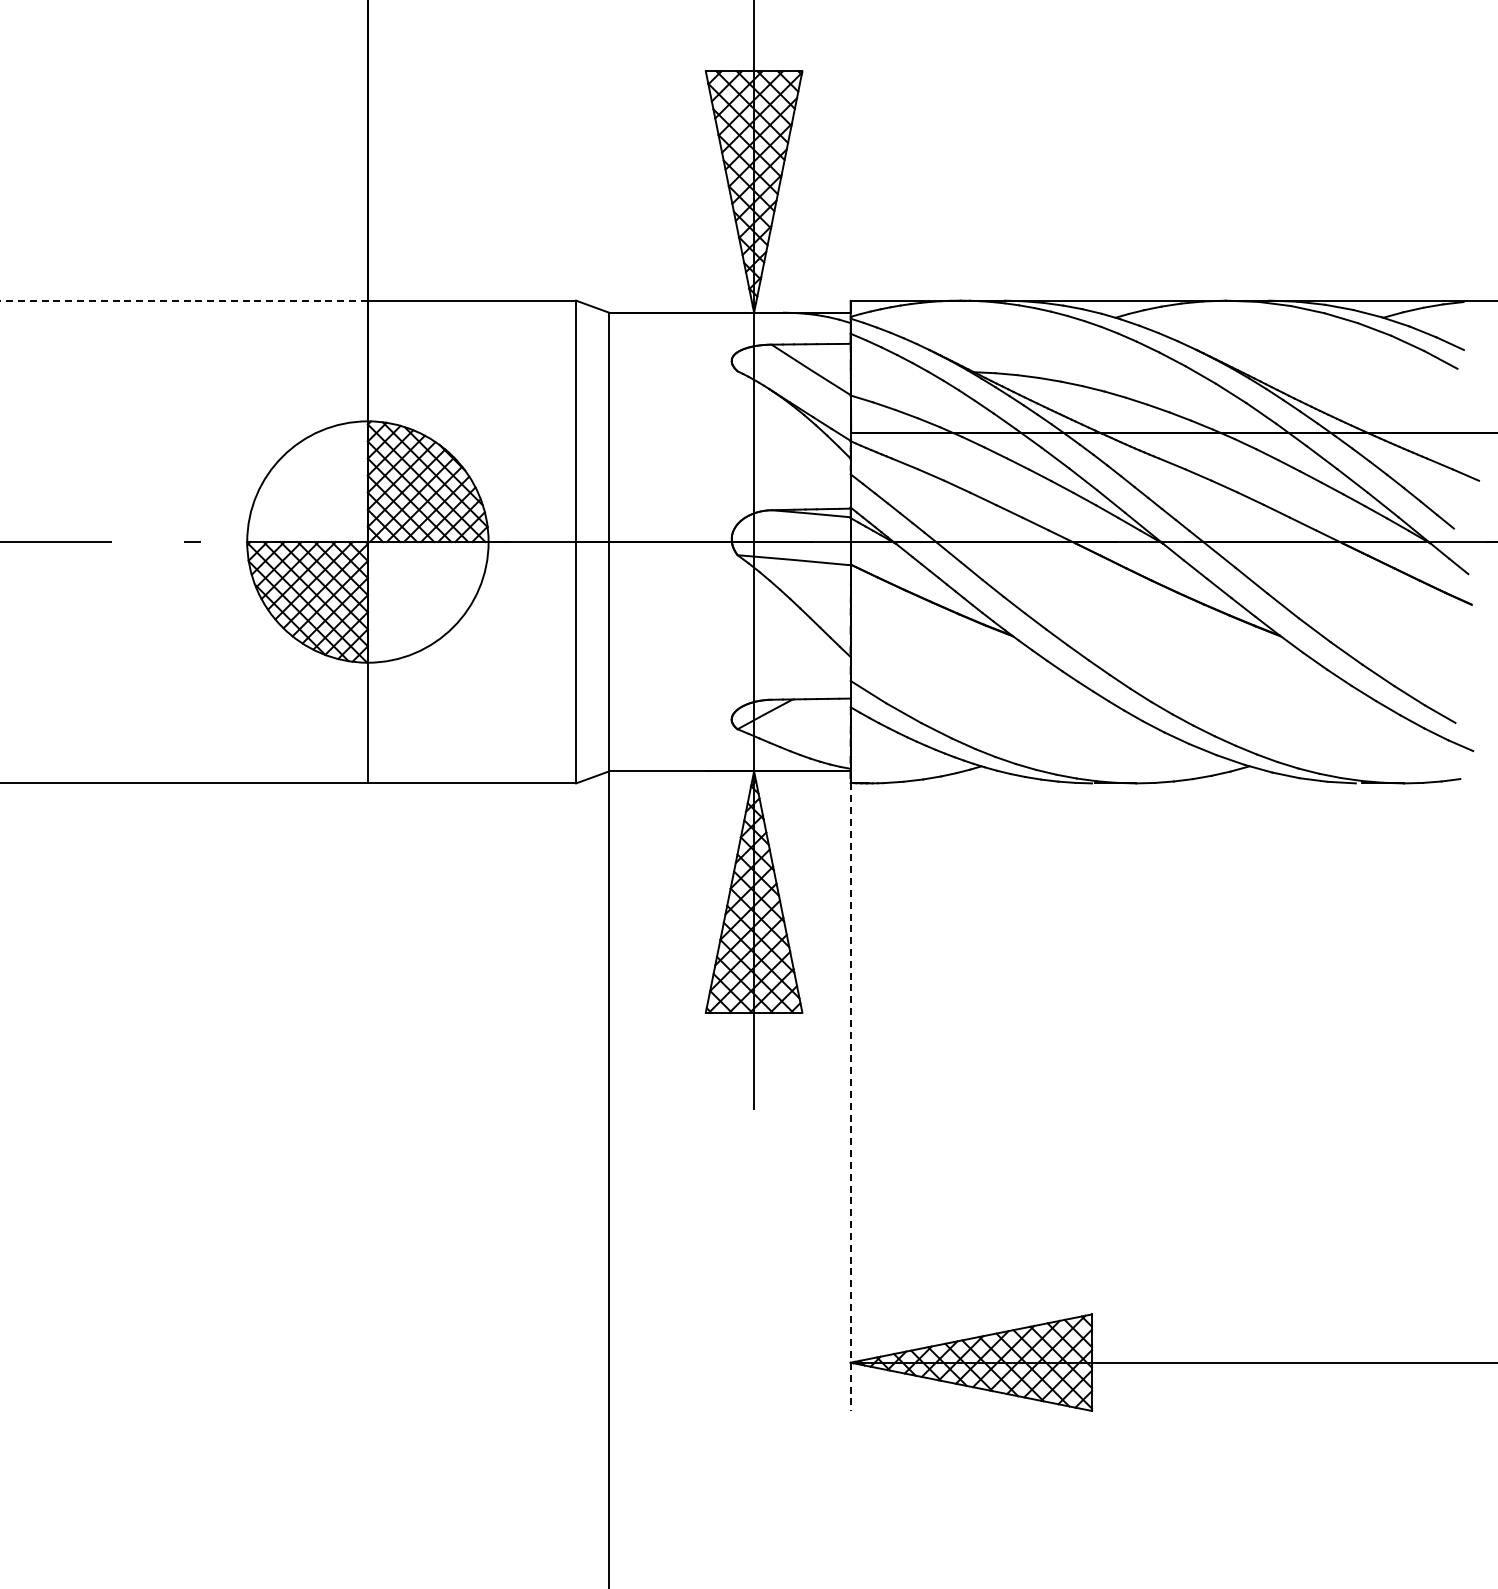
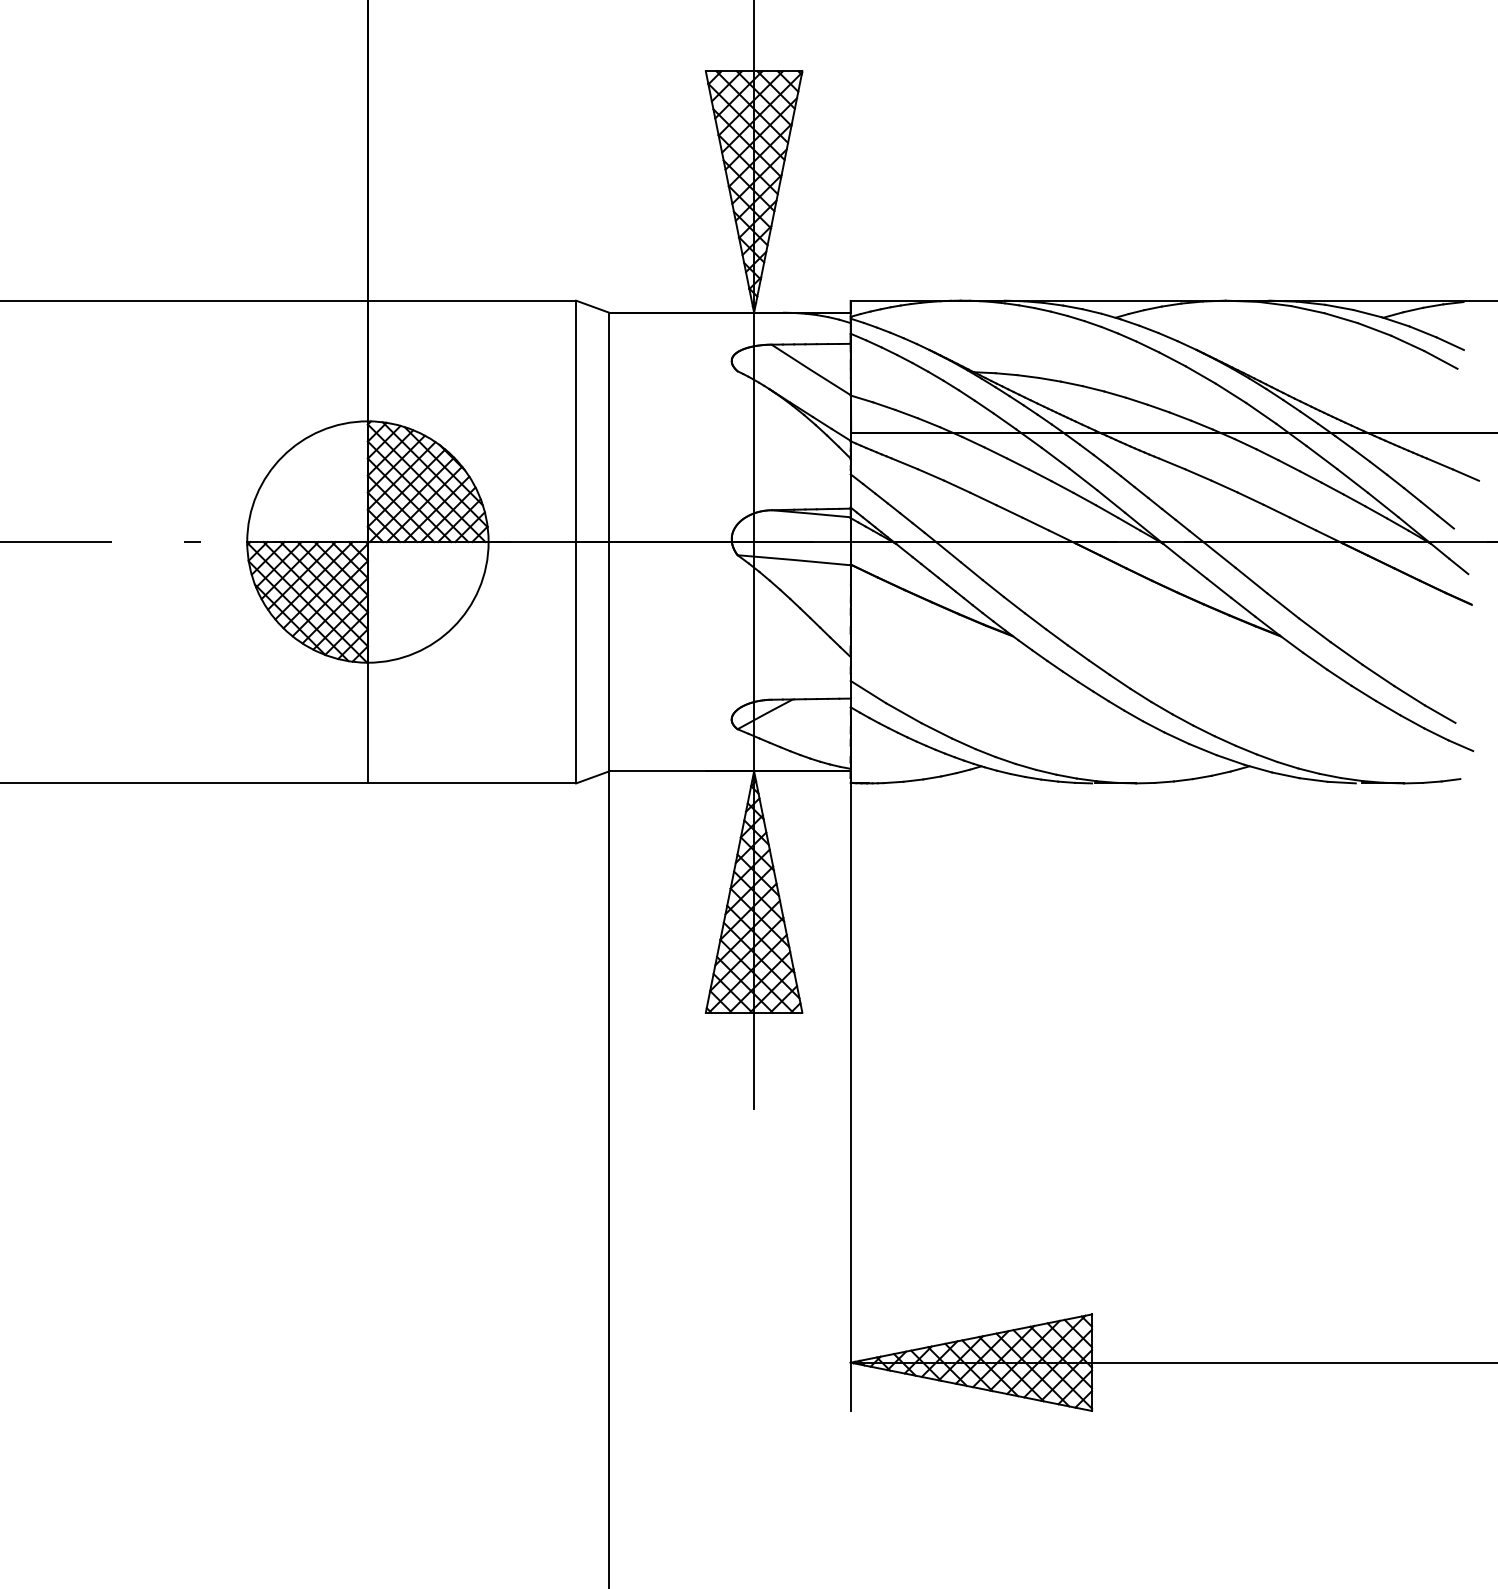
line at (183, 300): dashed -> solid
line at (850, 1097): dashed -> solid
